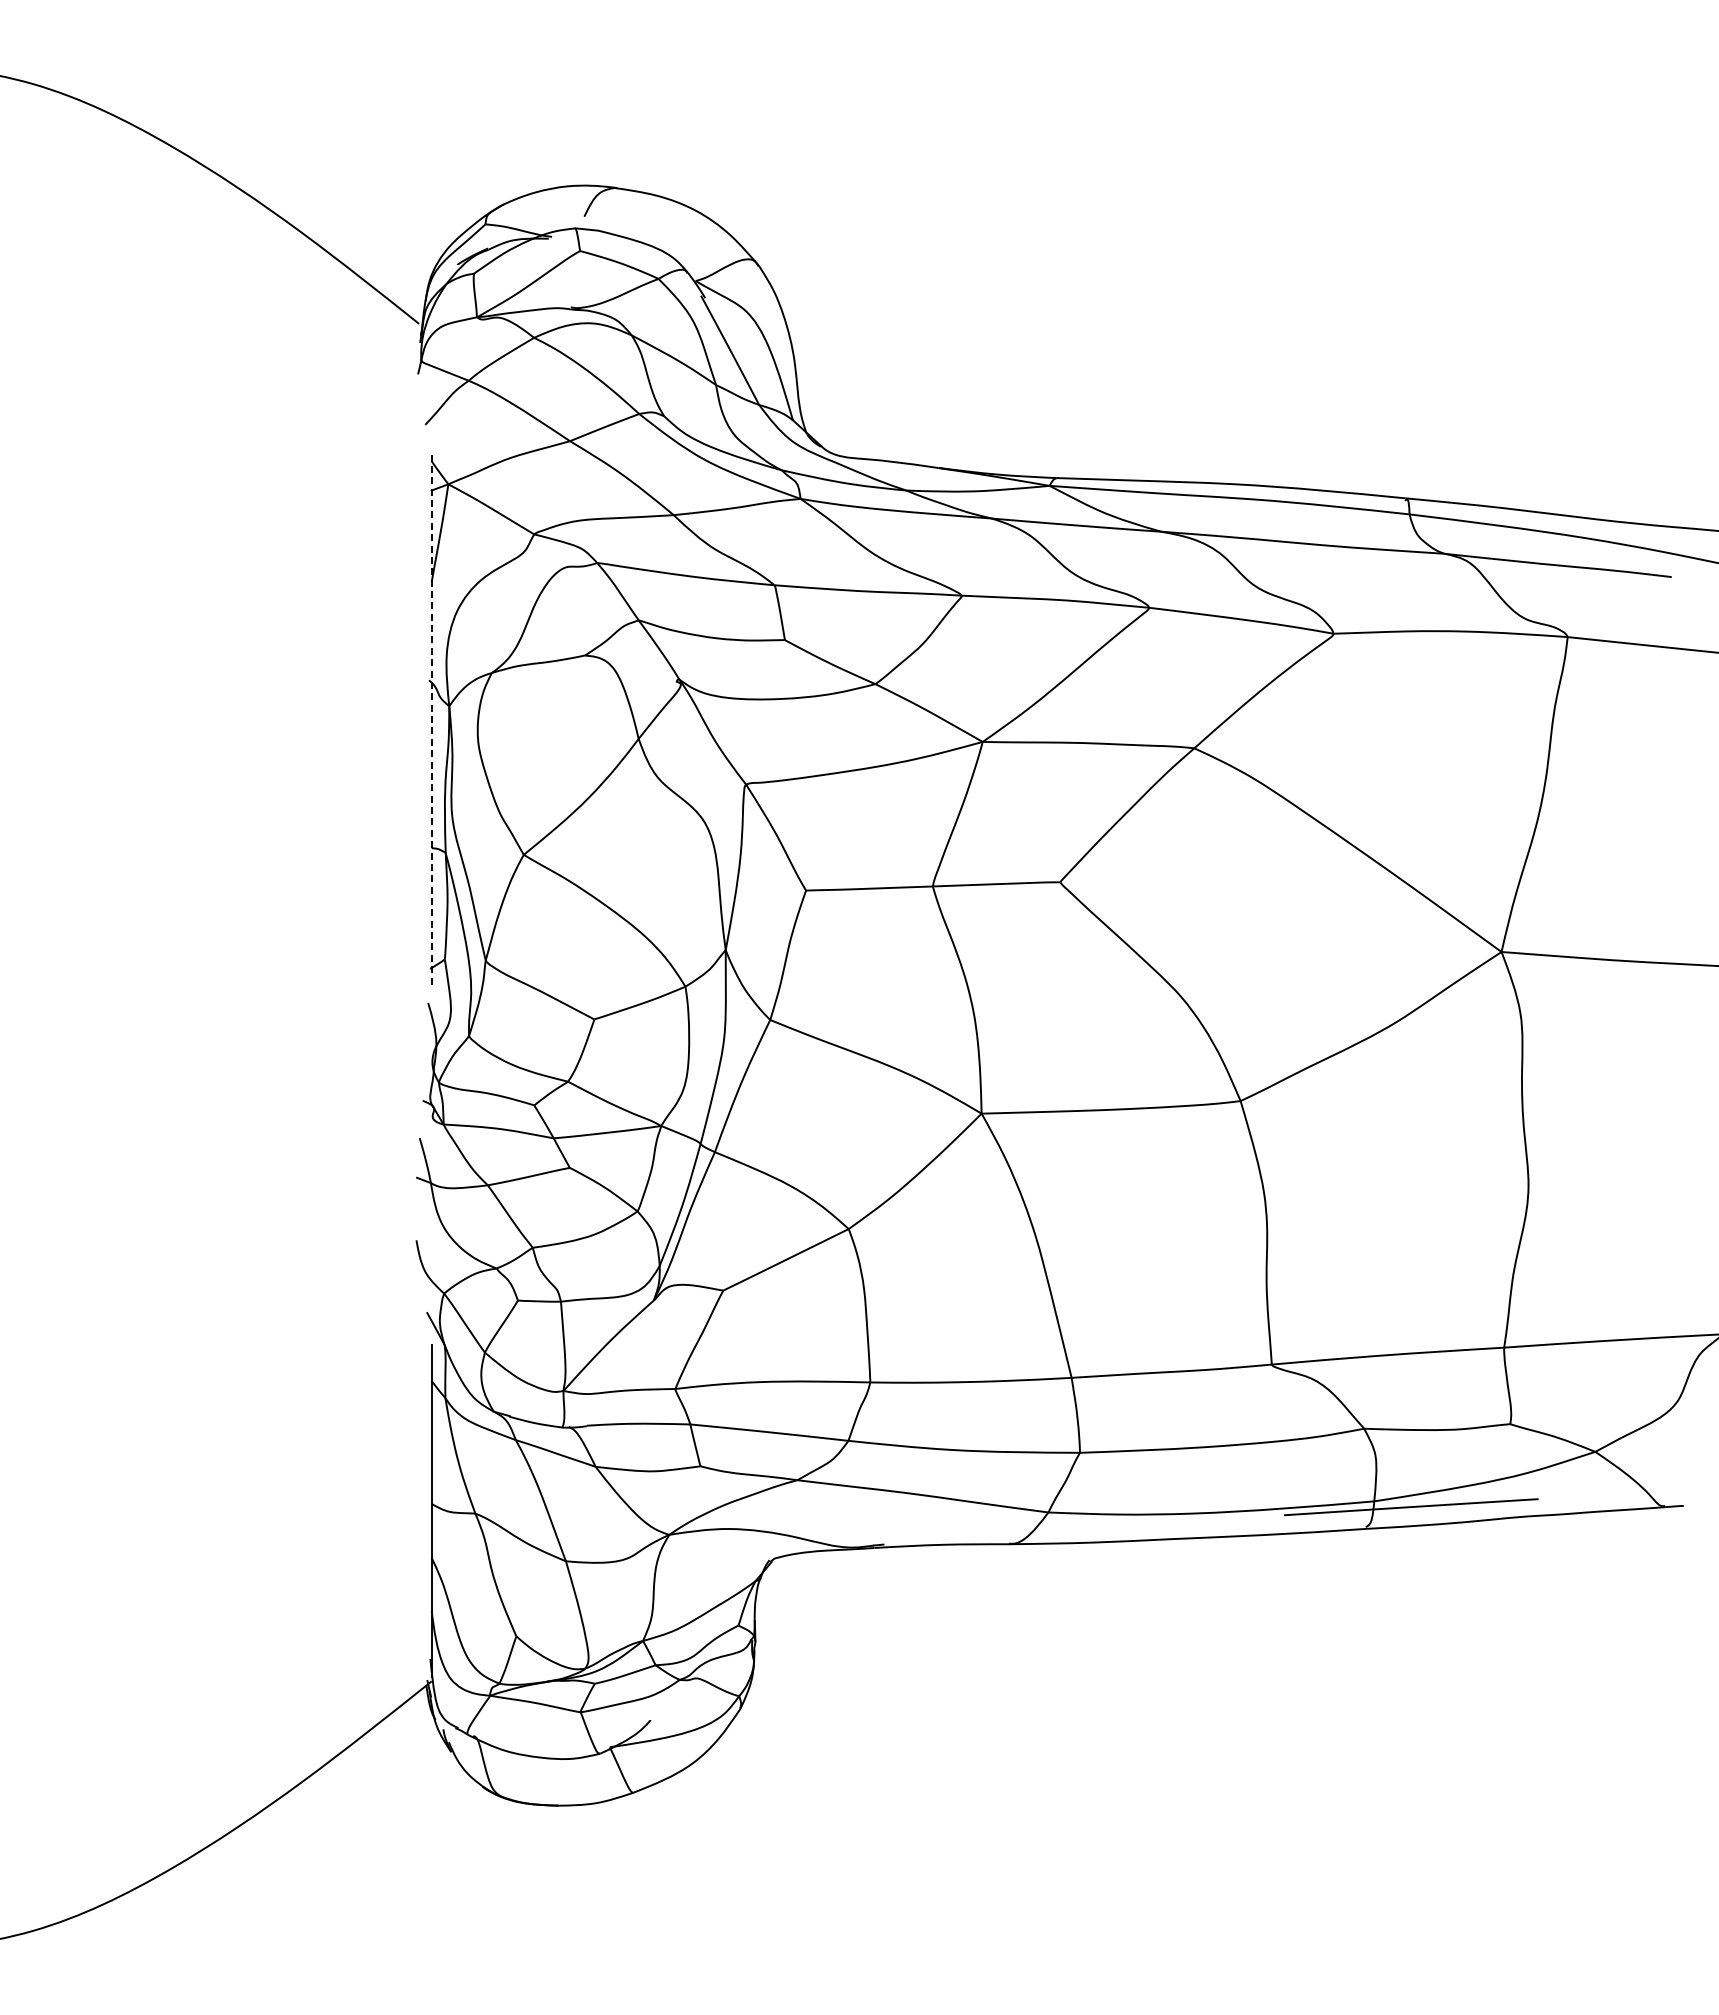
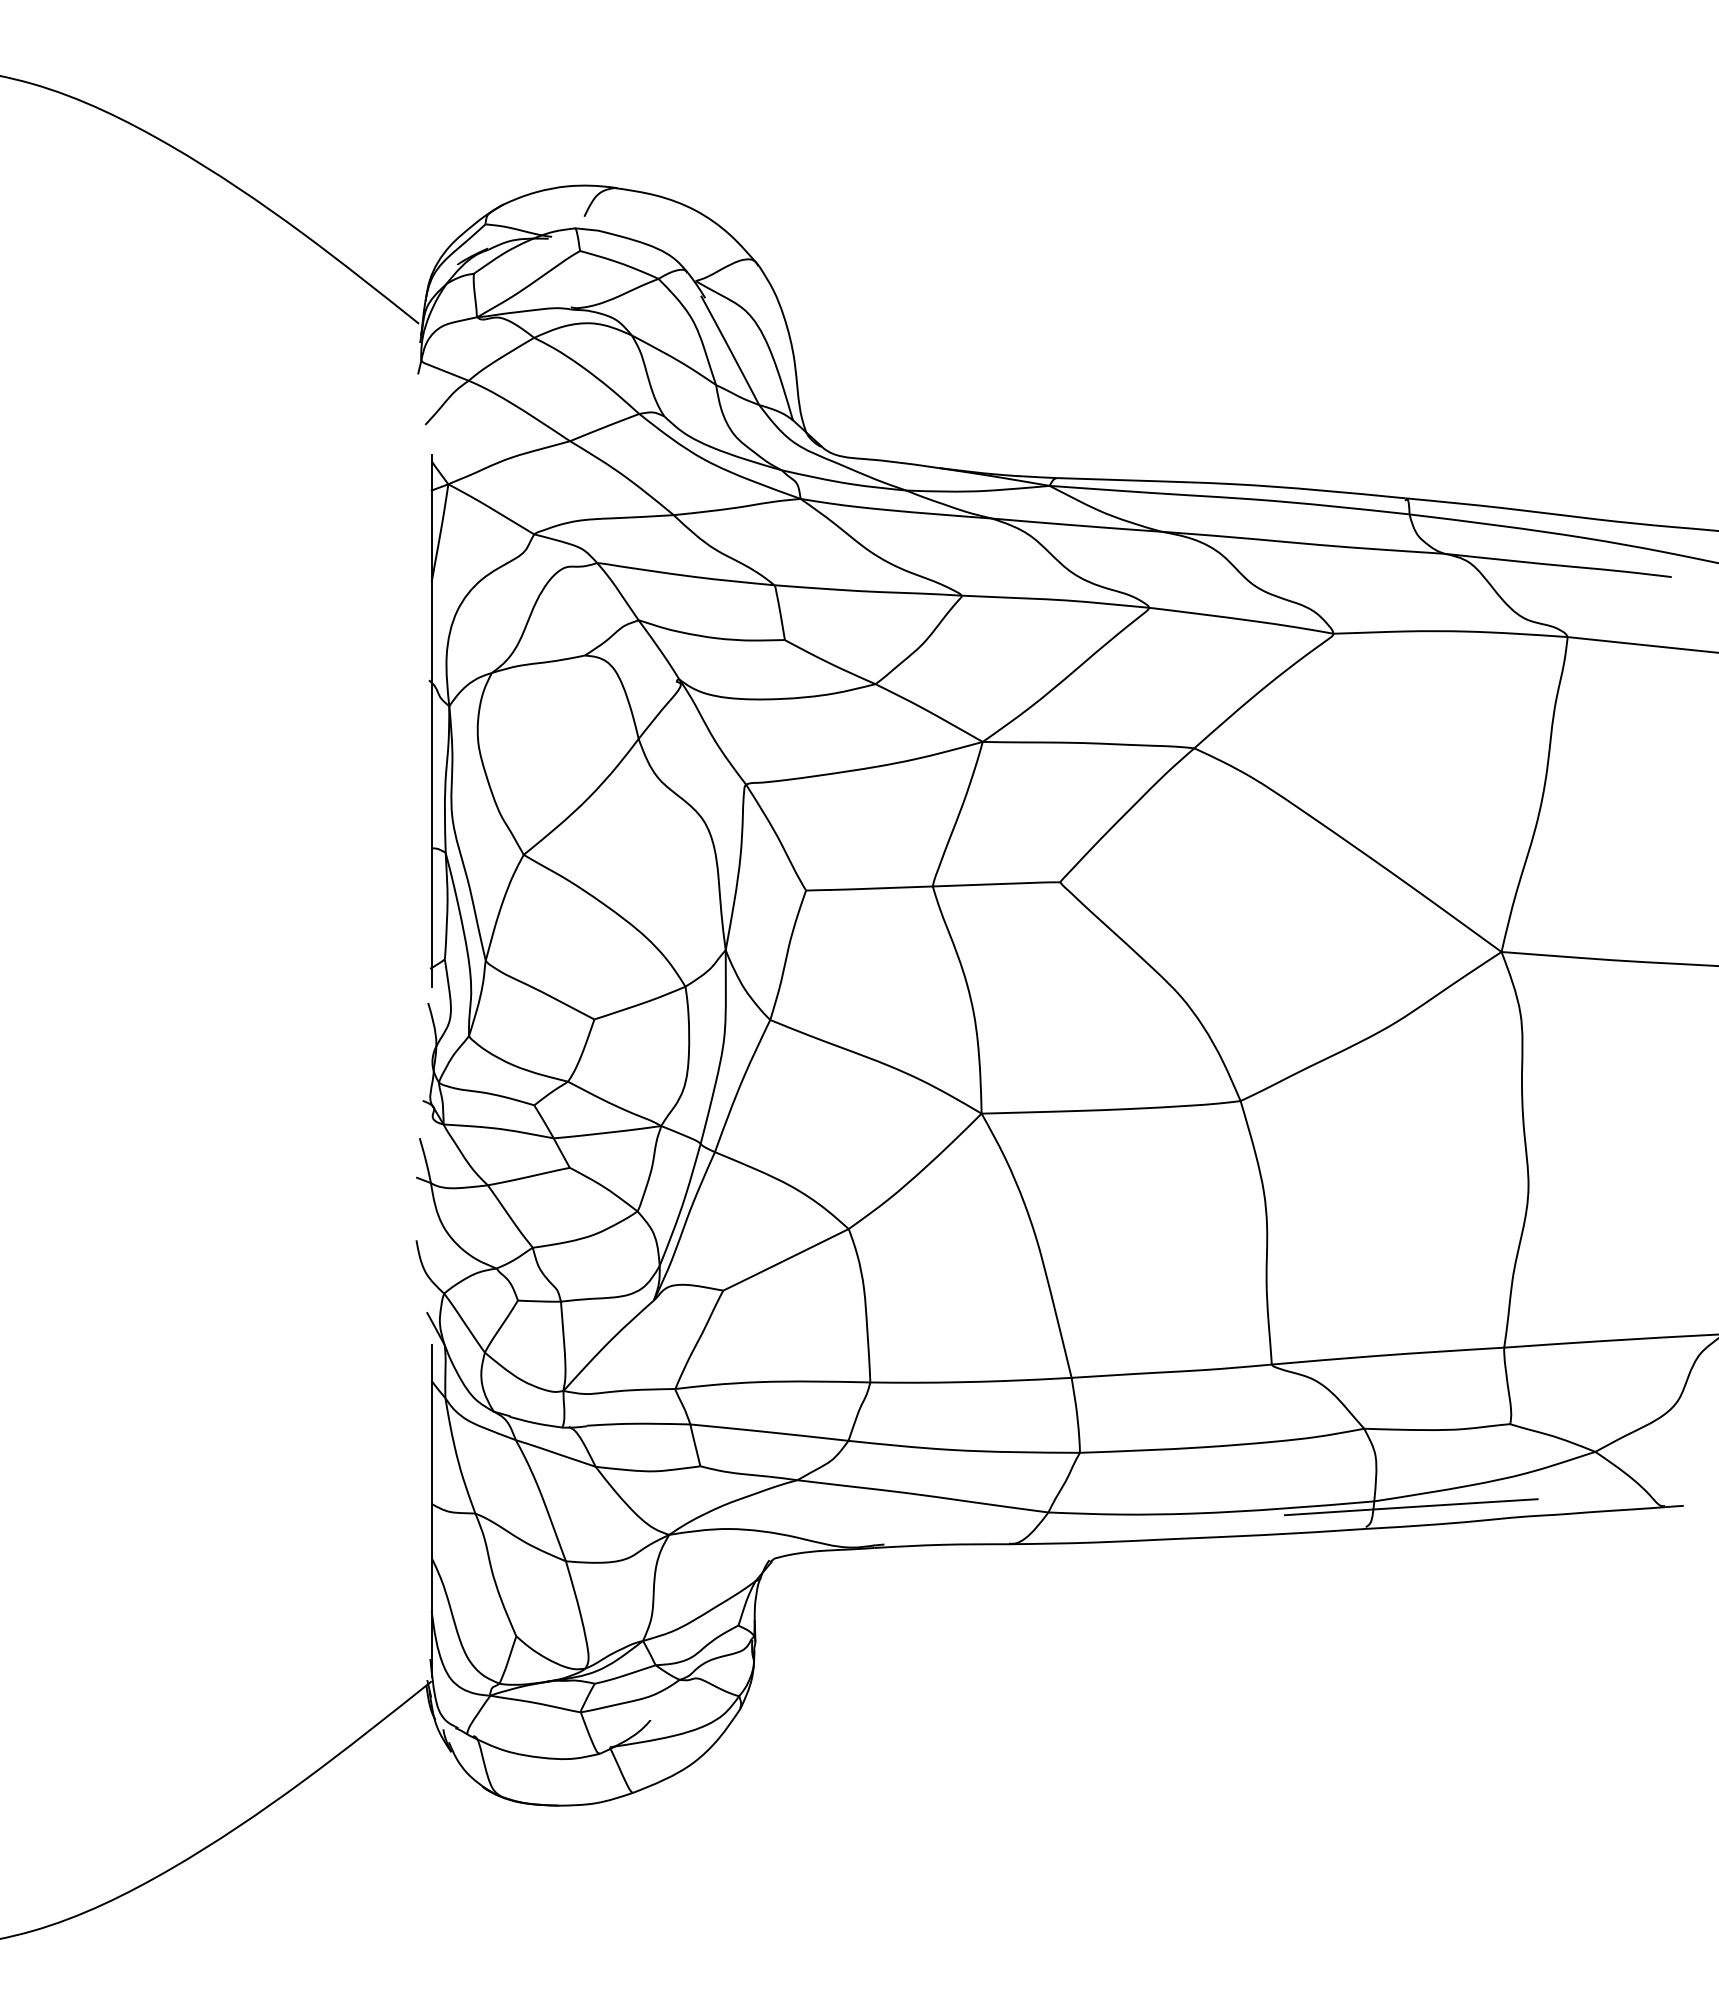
line at (431, 721): dashed -> solid
